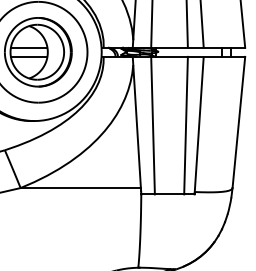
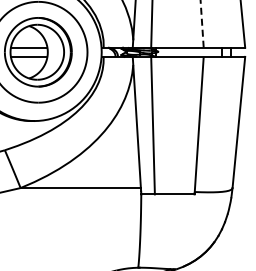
line at (202, 23): solid -> dashed
line at (186, 24): present -> none
line at (185, 125): present -> none
